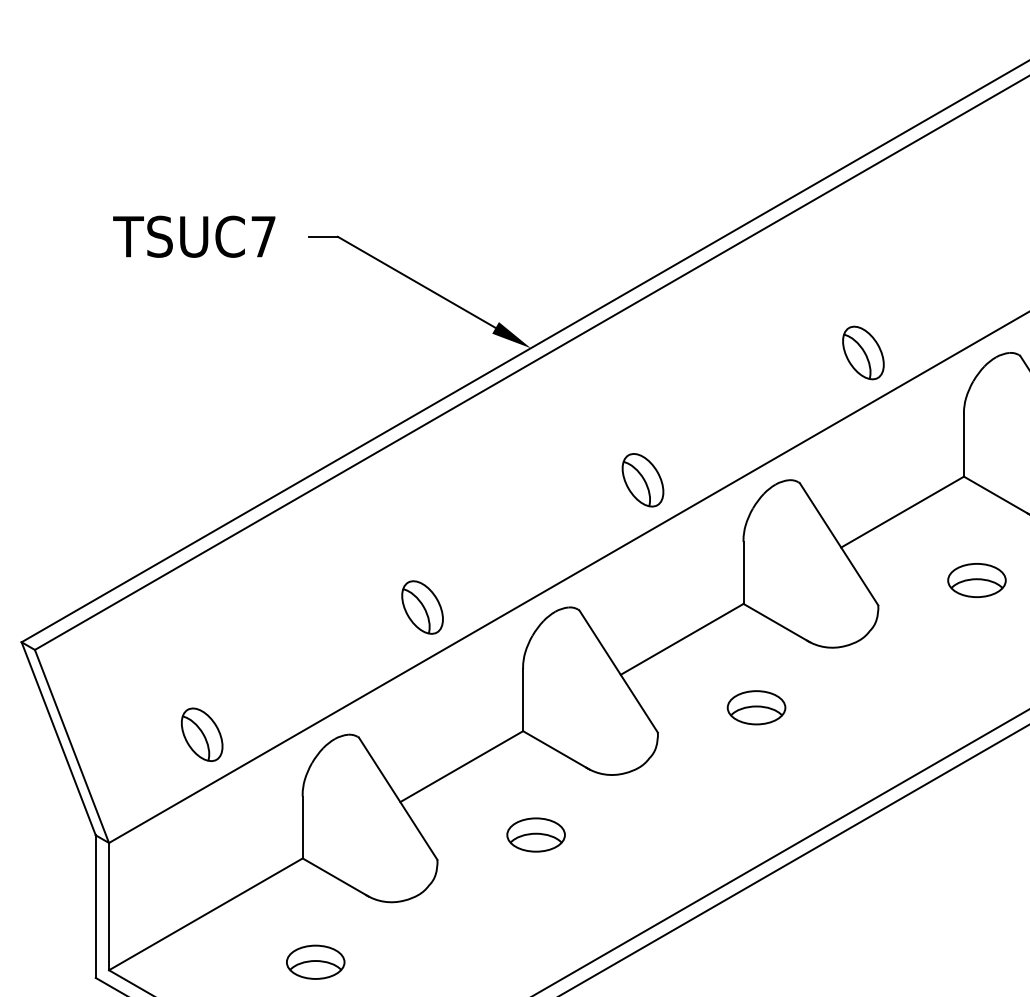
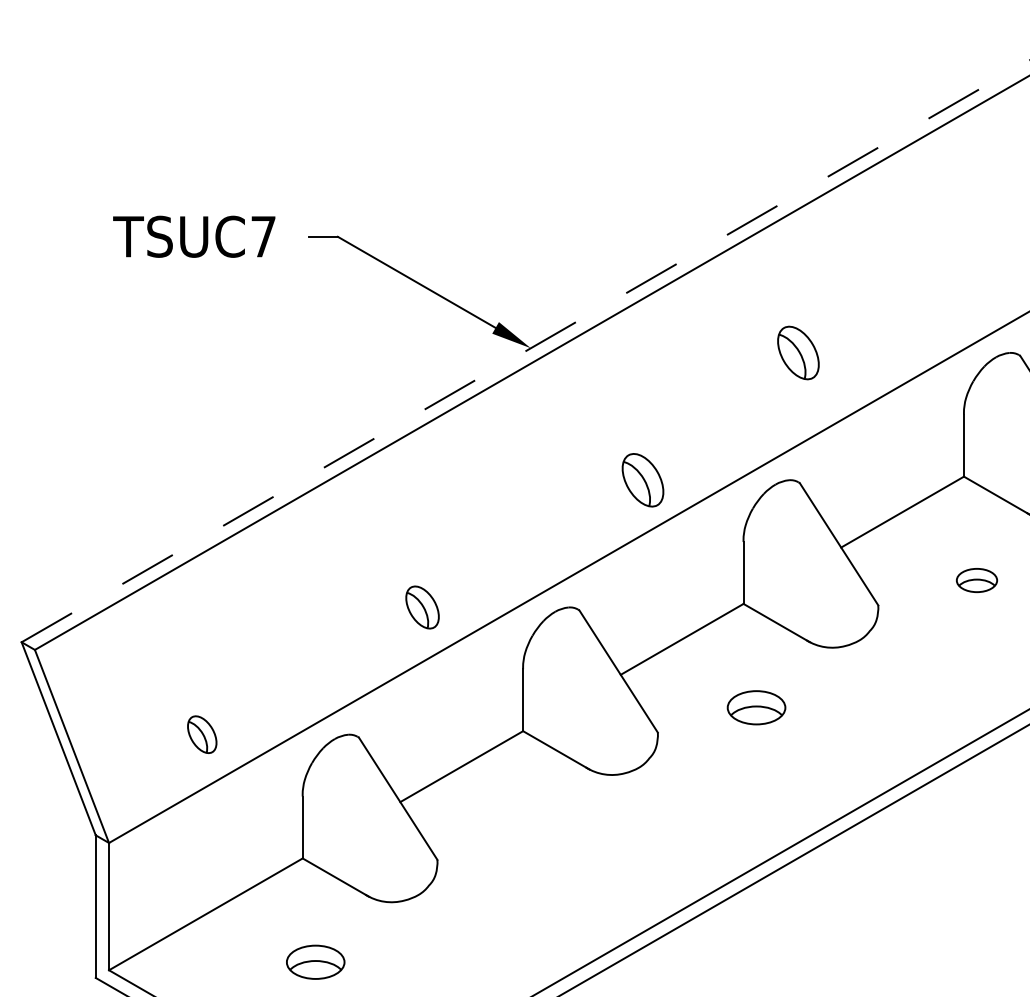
line at (525, 351): solid -> dashed
part at (863, 352) position: (863, 352) -> (798, 352)
part at (976, 580) size: 60x35 px -> 43x25 px
part at (422, 607) size: 43x55 px -> 35x45 px
part at (202, 734) size: 43x55 px -> 31x39 px
part at (535, 834): present -> none
